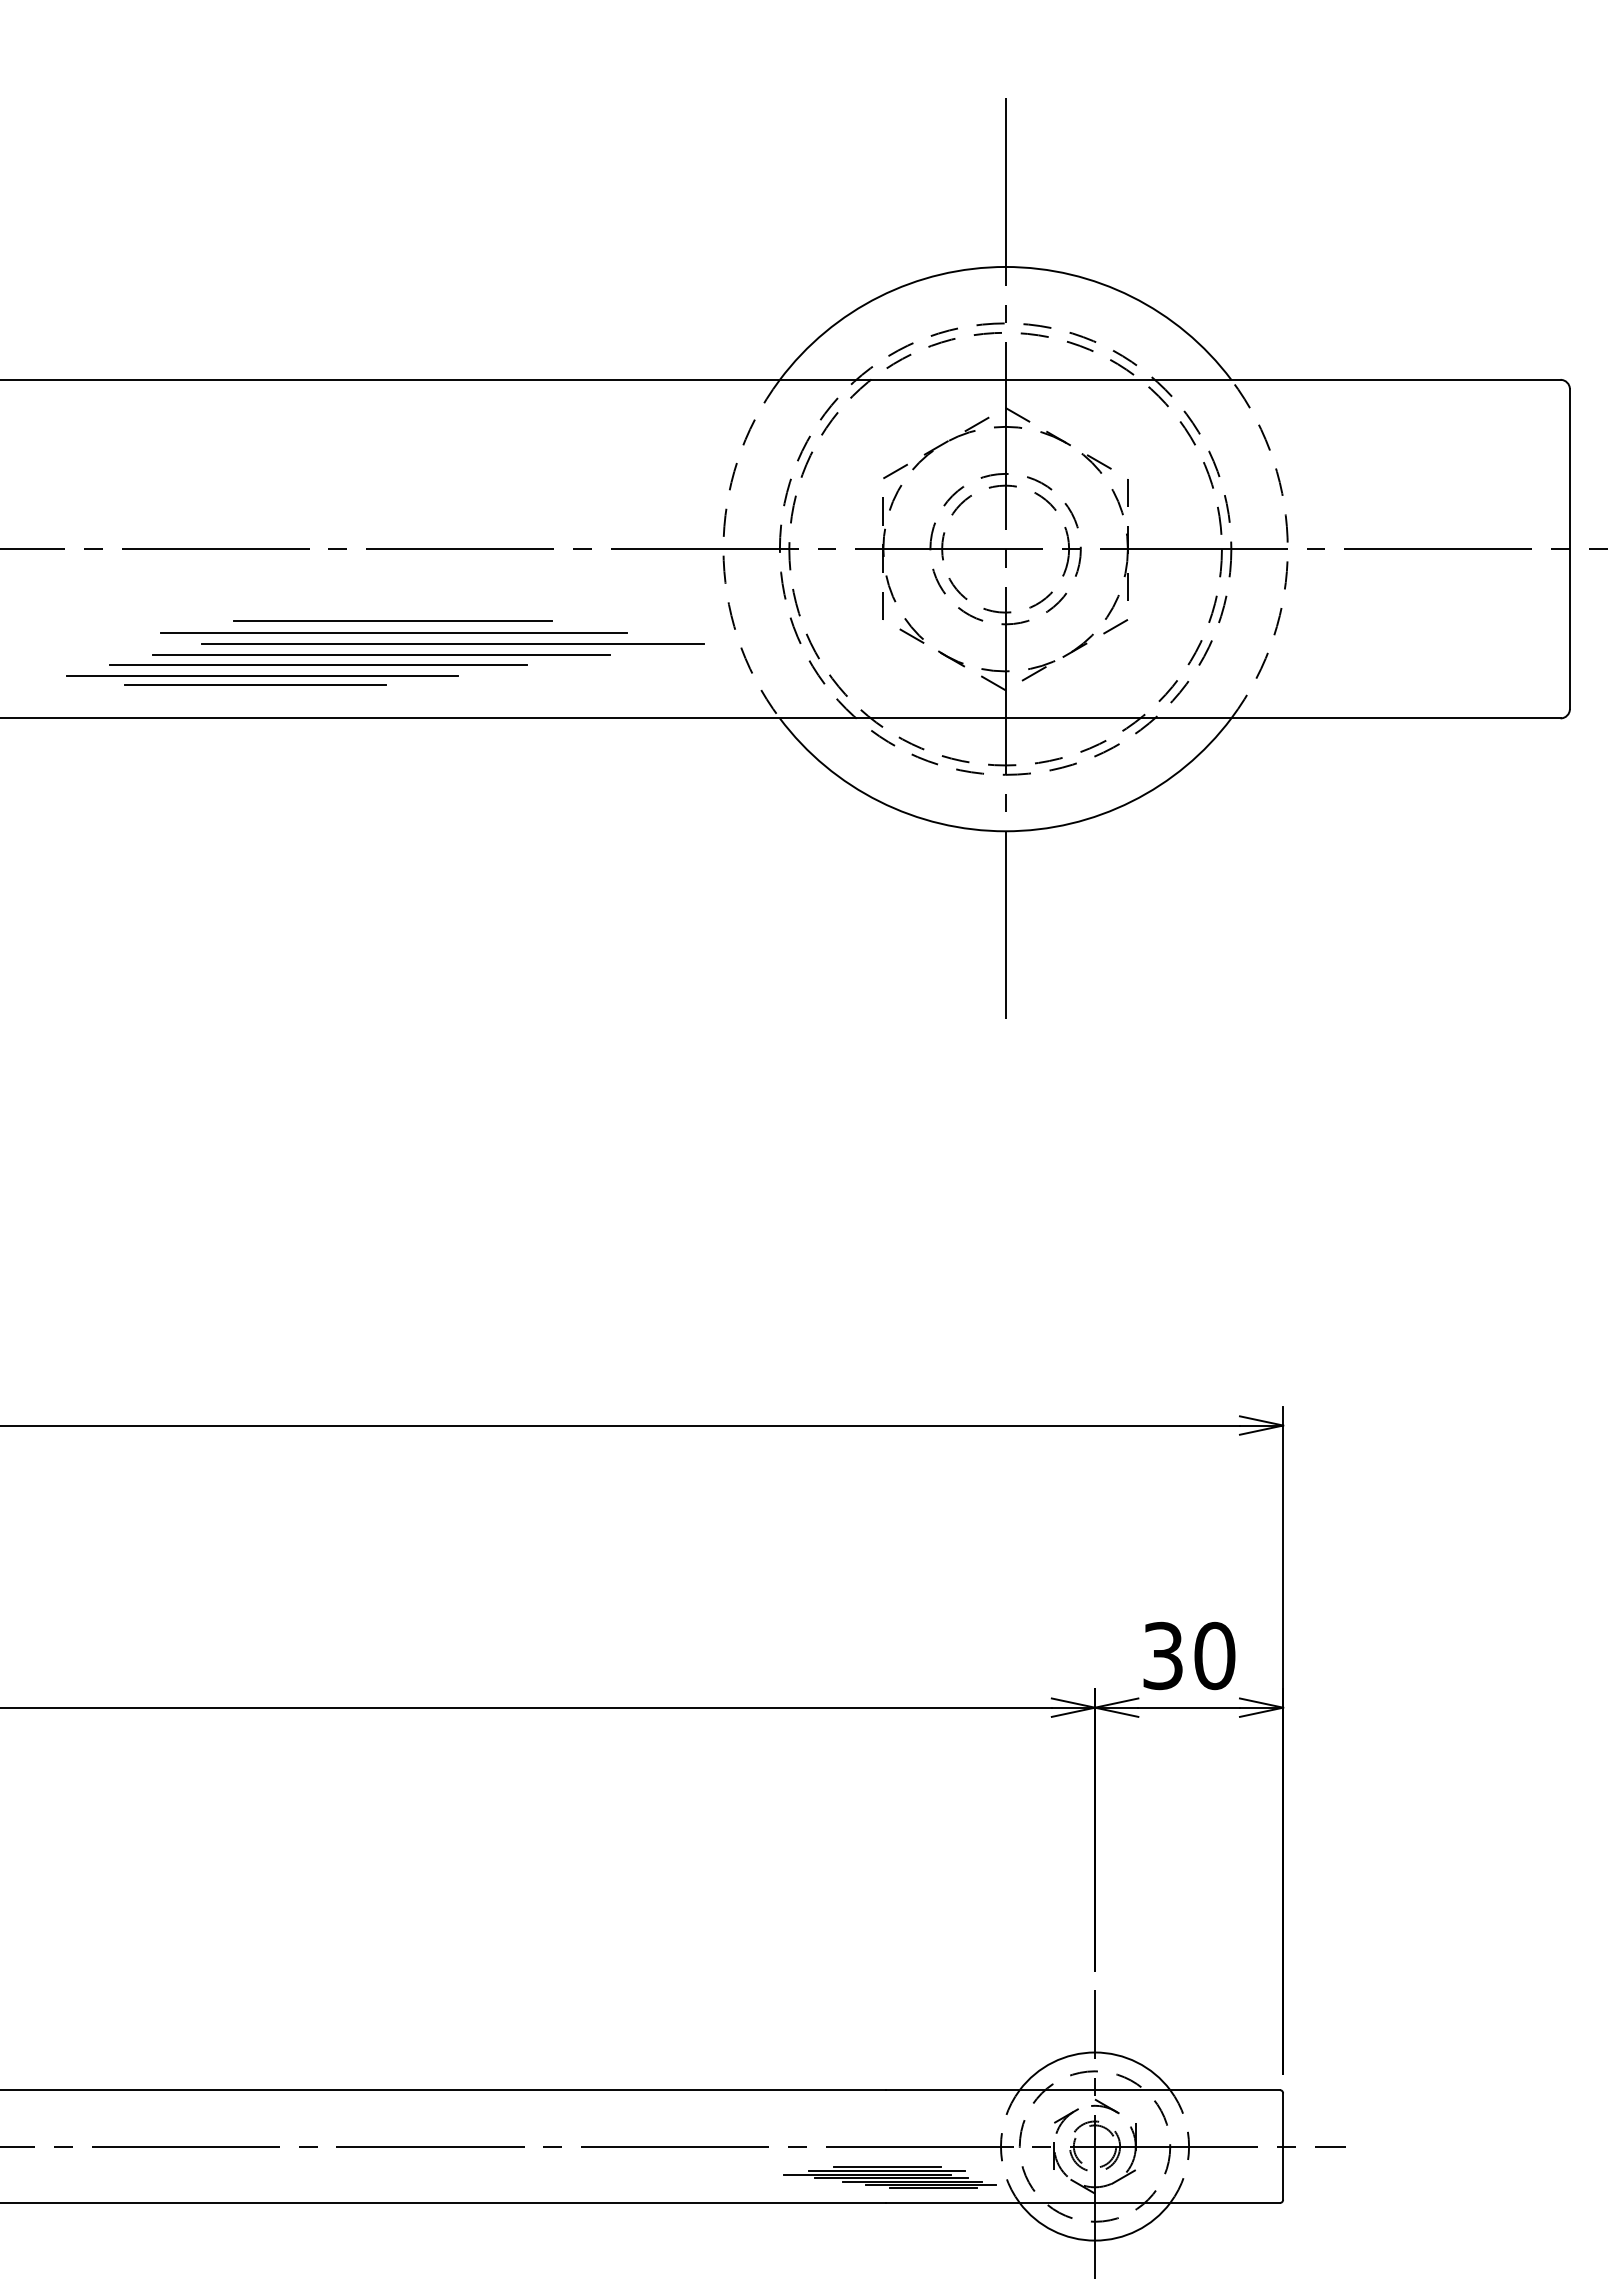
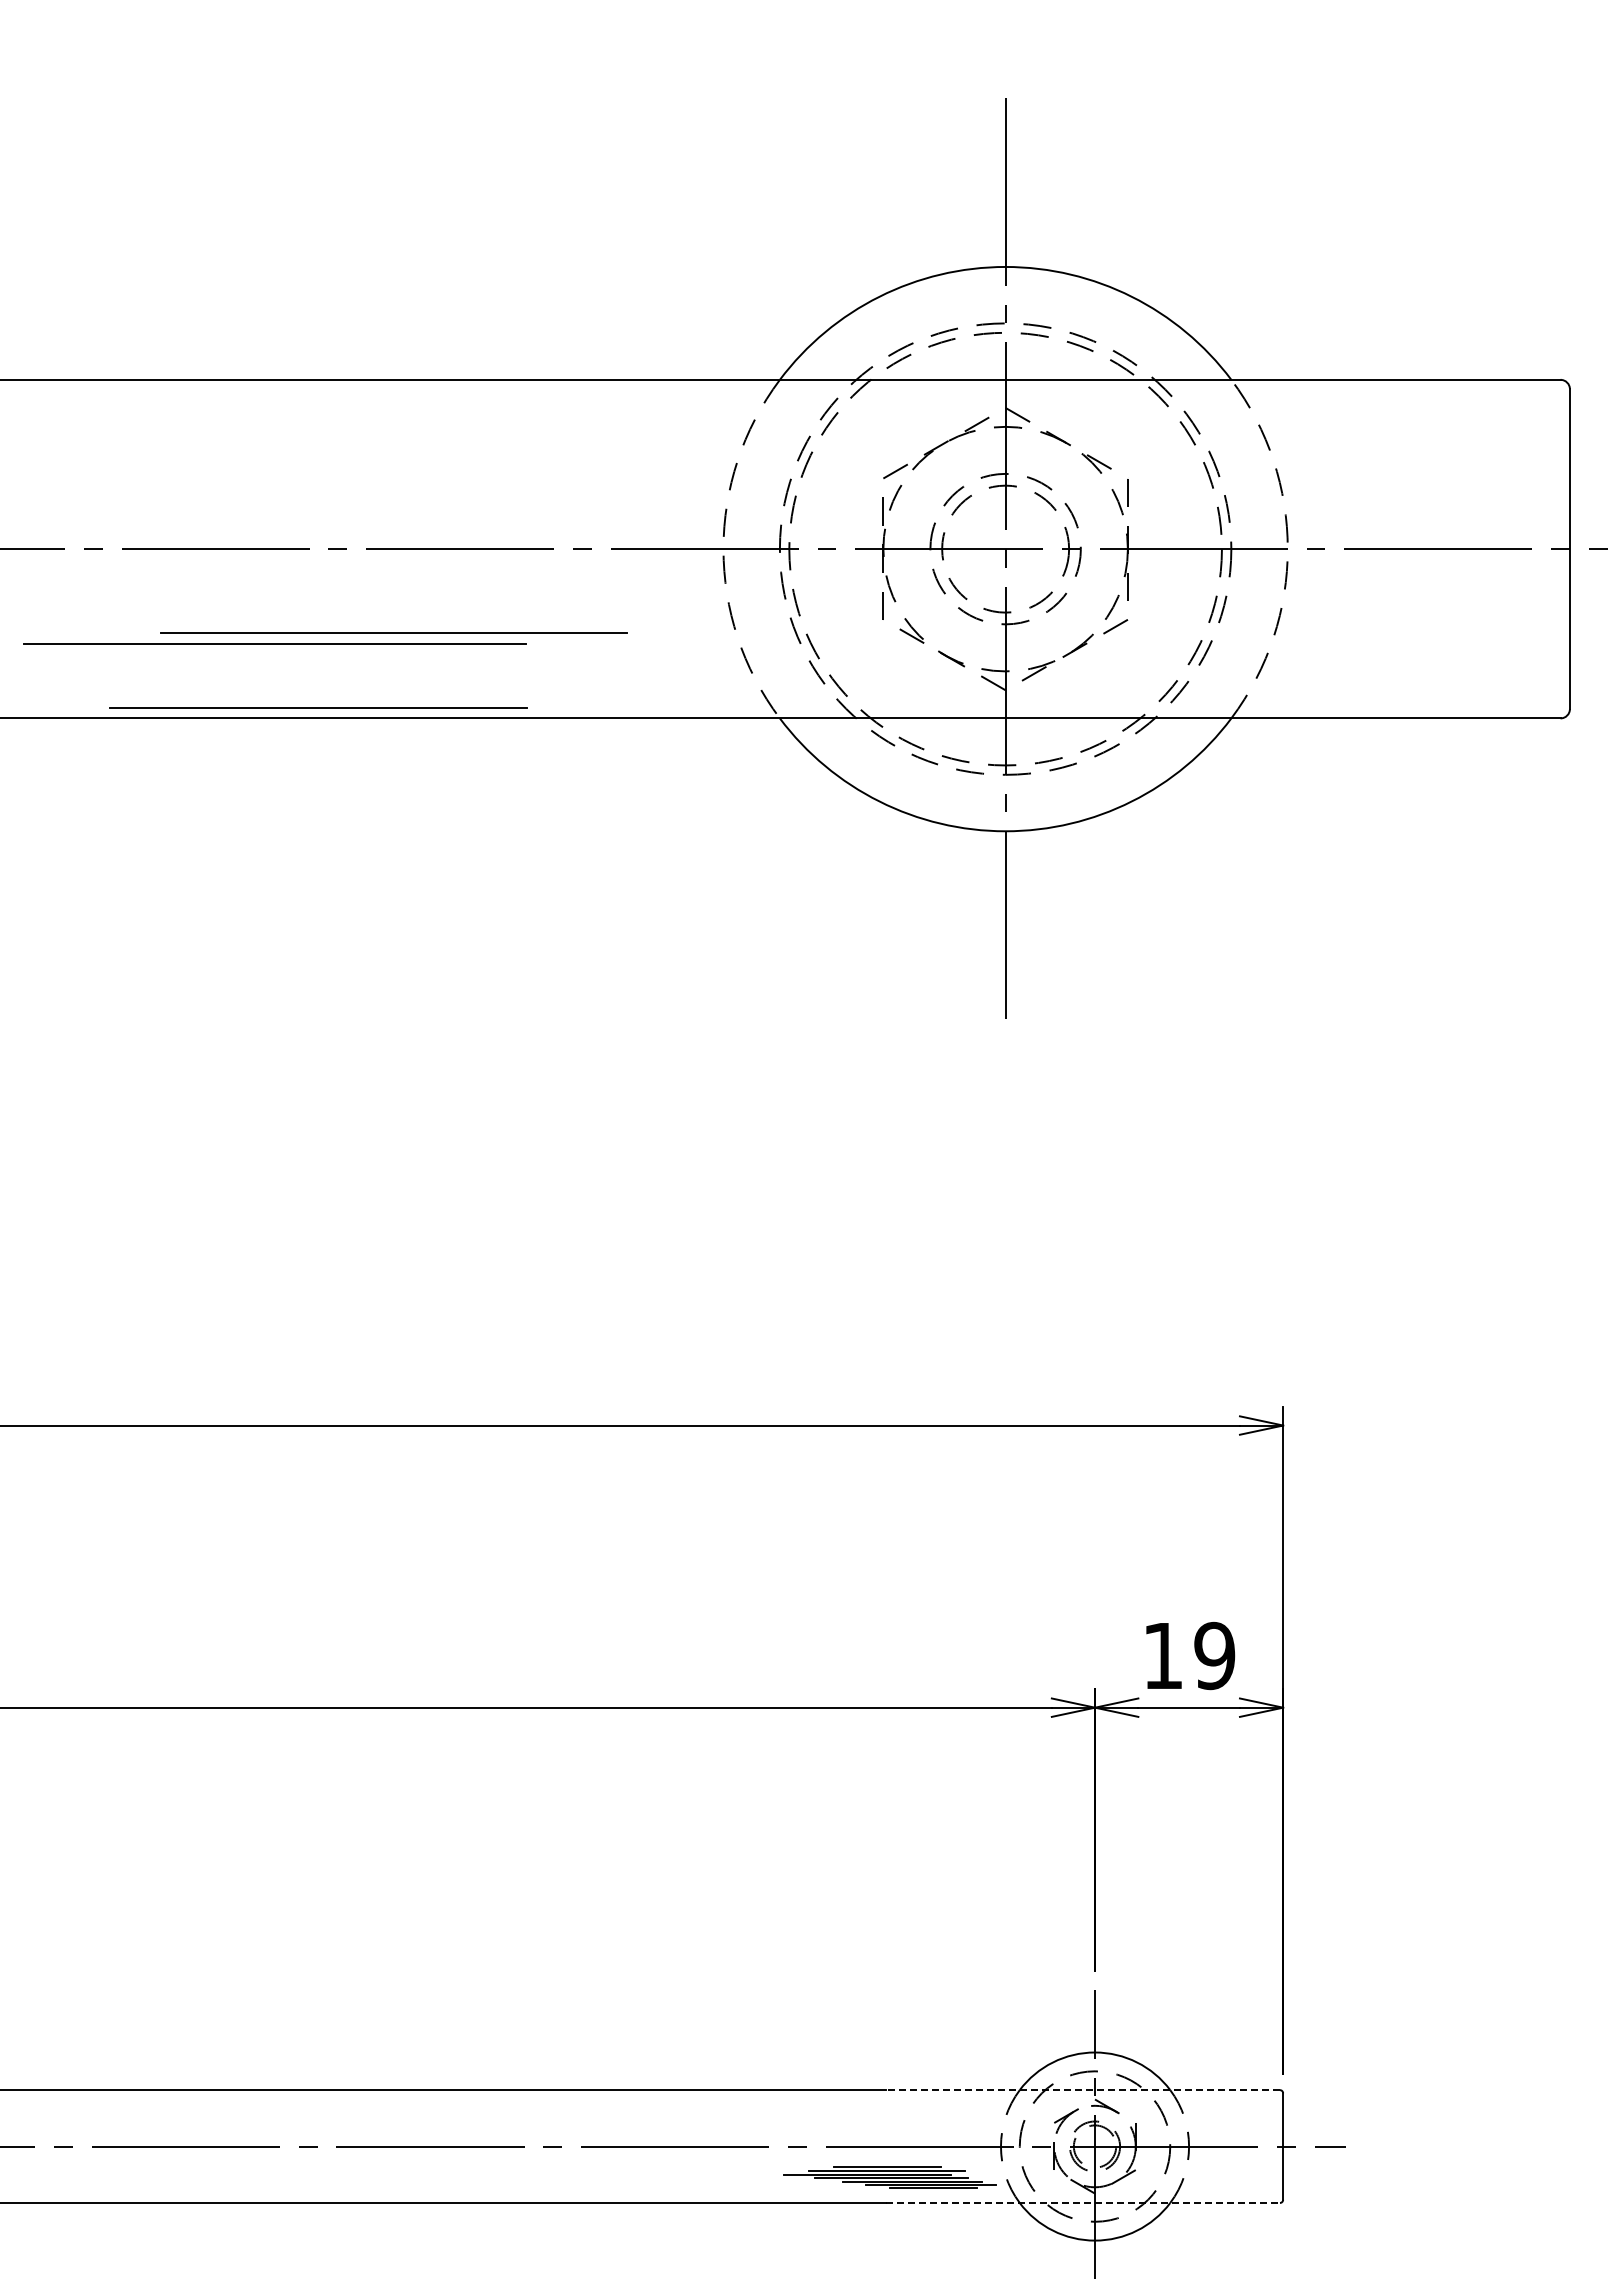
line at (392, 620): present -> none
line at (452, 643) position: (452, 643) -> (274, 643)
line at (380, 654): present -> none
line at (318, 664) position: (318, 664) -> (318, 707)
line at (262, 676): present -> none
line at (254, 684): present -> none
text at (1189, 1655): 30 -> 19
line at (1083, 2090): solid -> dashed
line at (1083, 2202): solid -> dashed
